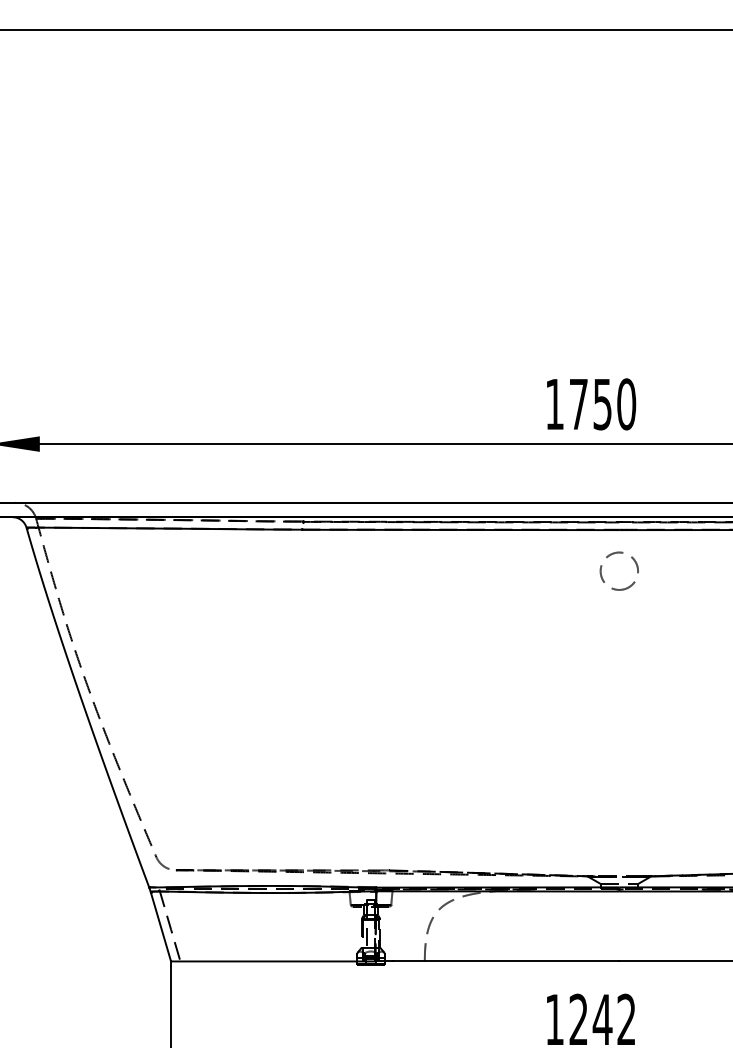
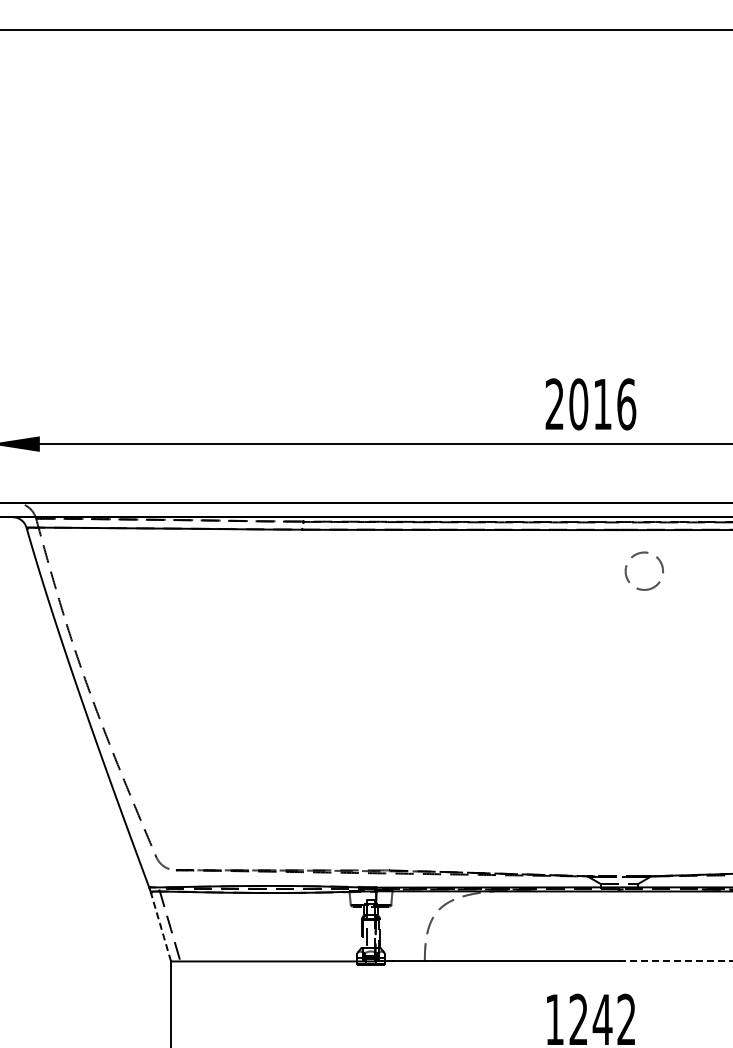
text at (590, 404): 1750 -> 2016
part at (607, 558) position: (607, 558) -> (632, 558)
line at (160, 926): solid -> dashed
line at (676, 961): solid -> dashed
